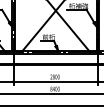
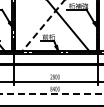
line at (42, 26): solid -> dashed
line at (51, 93): solid -> dashed
